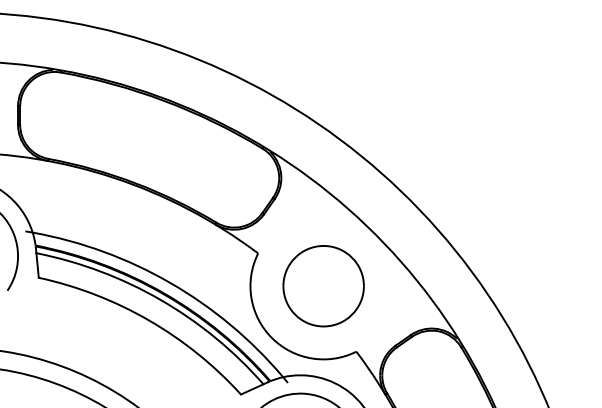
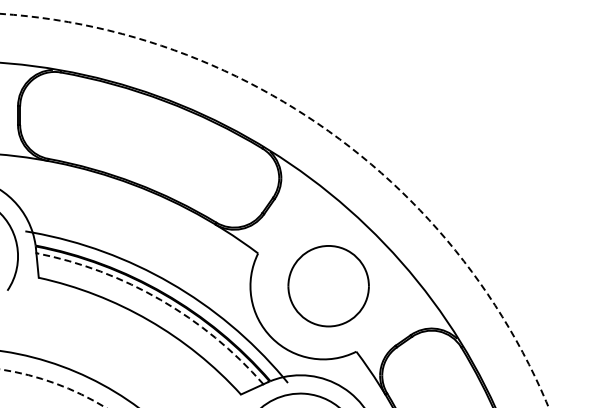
arc at (330, 132): solid -> dashed
part at (323, 286) position: (323, 286) -> (328, 286)
arc at (160, 299): solid -> dashed
arc at (53, 382): solid -> dashed
